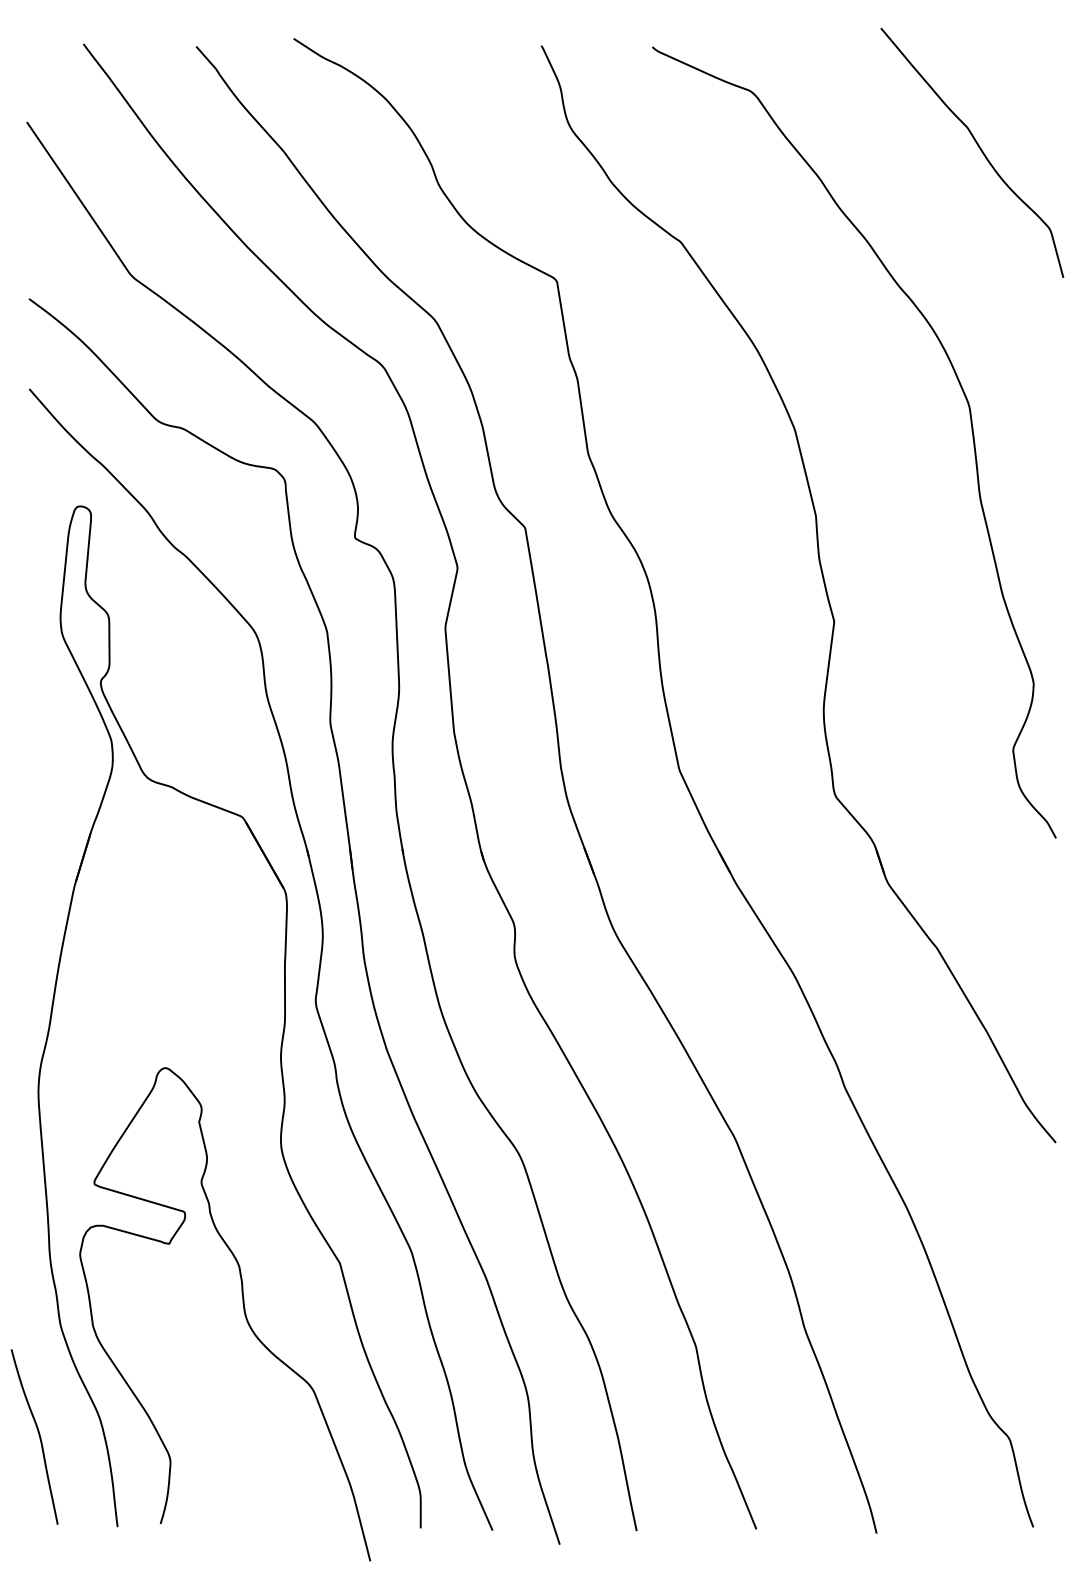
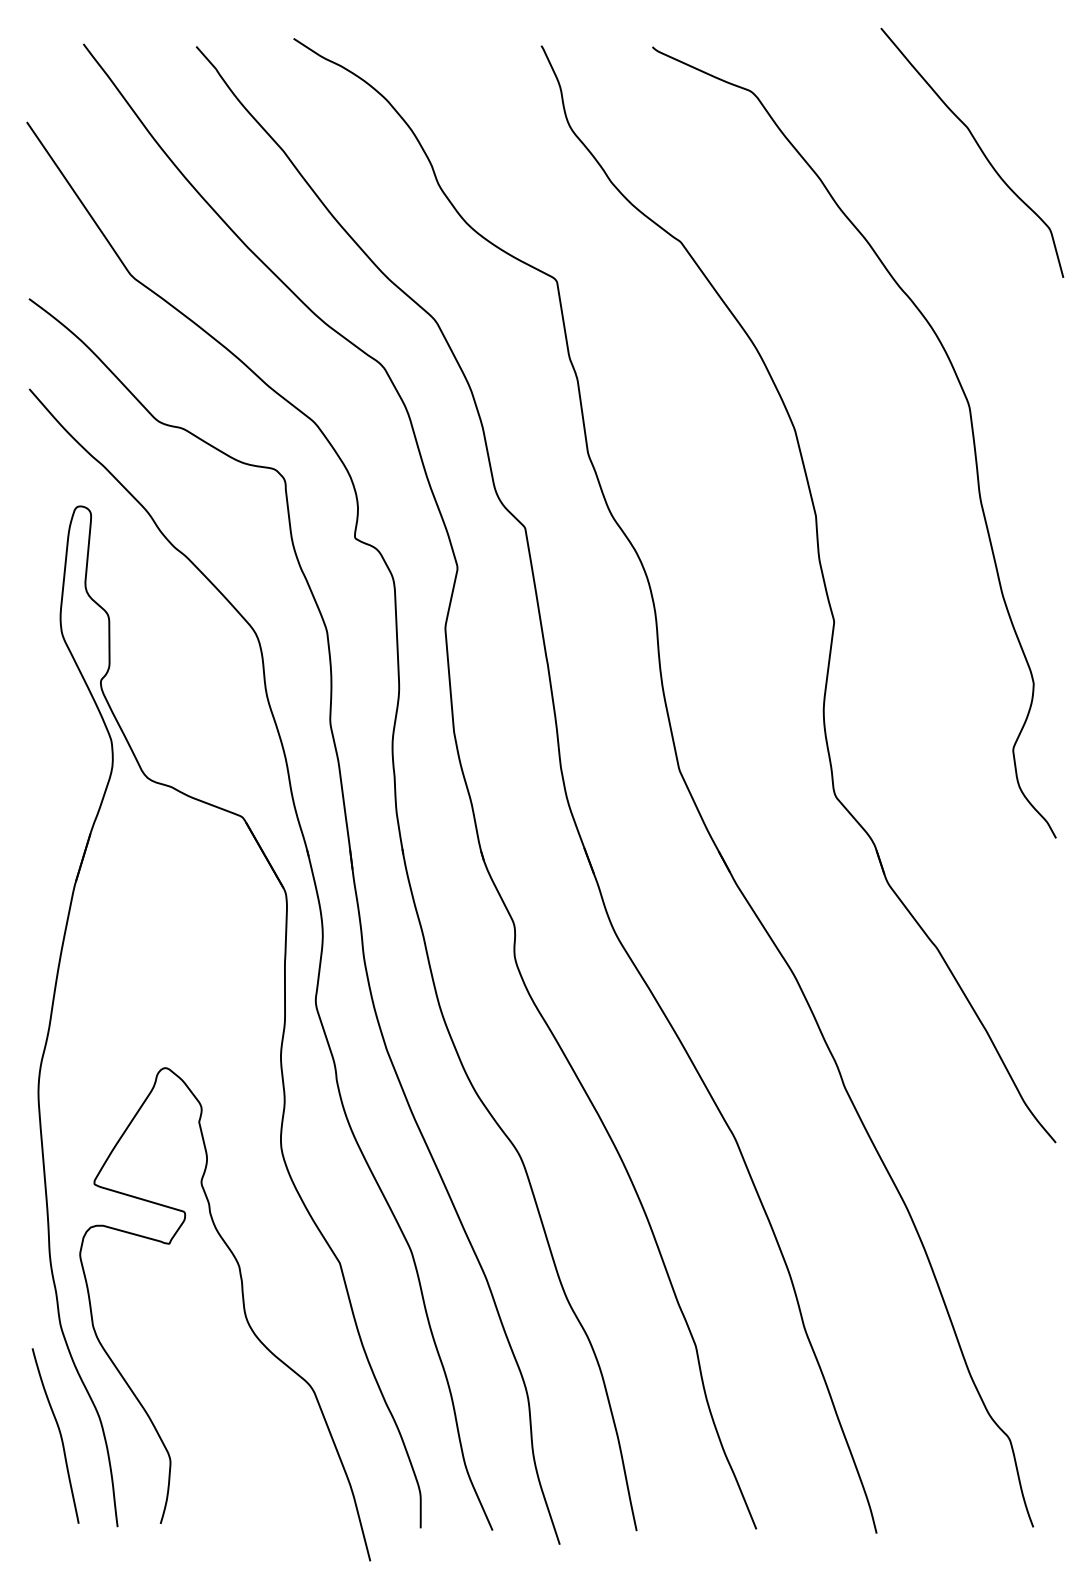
curve at (38, 1435) position: (38, 1435) -> (59, 1434)
